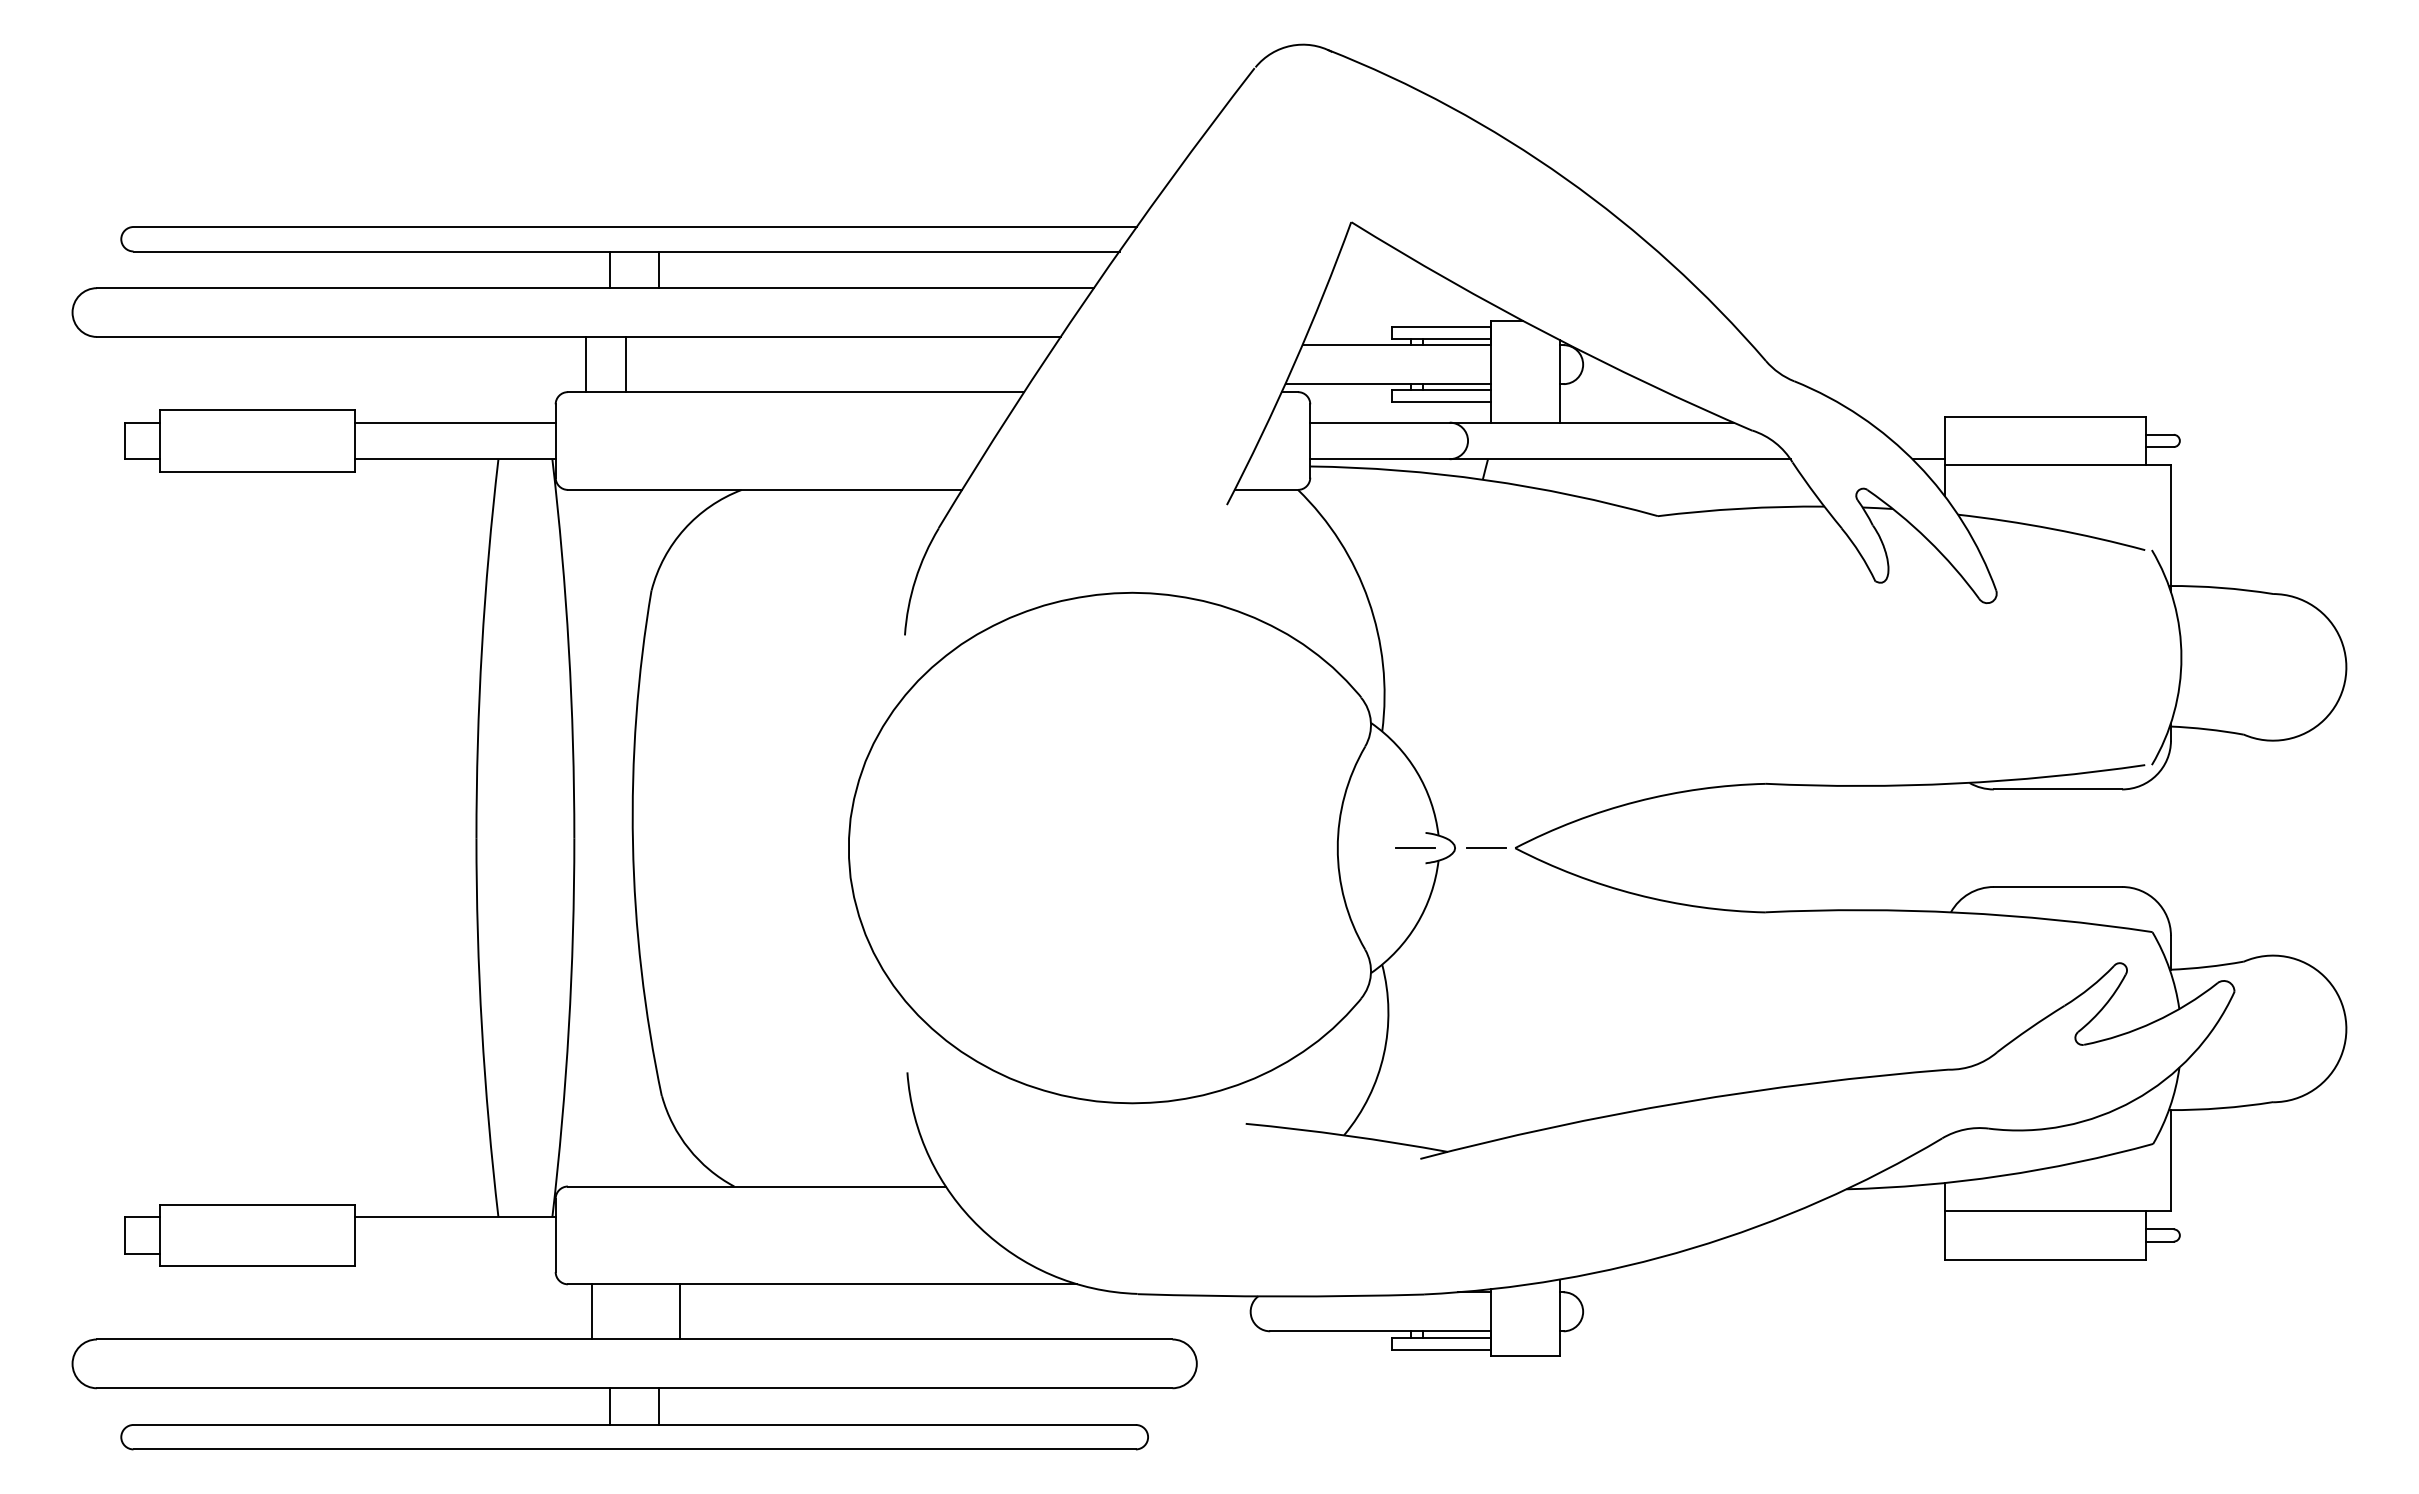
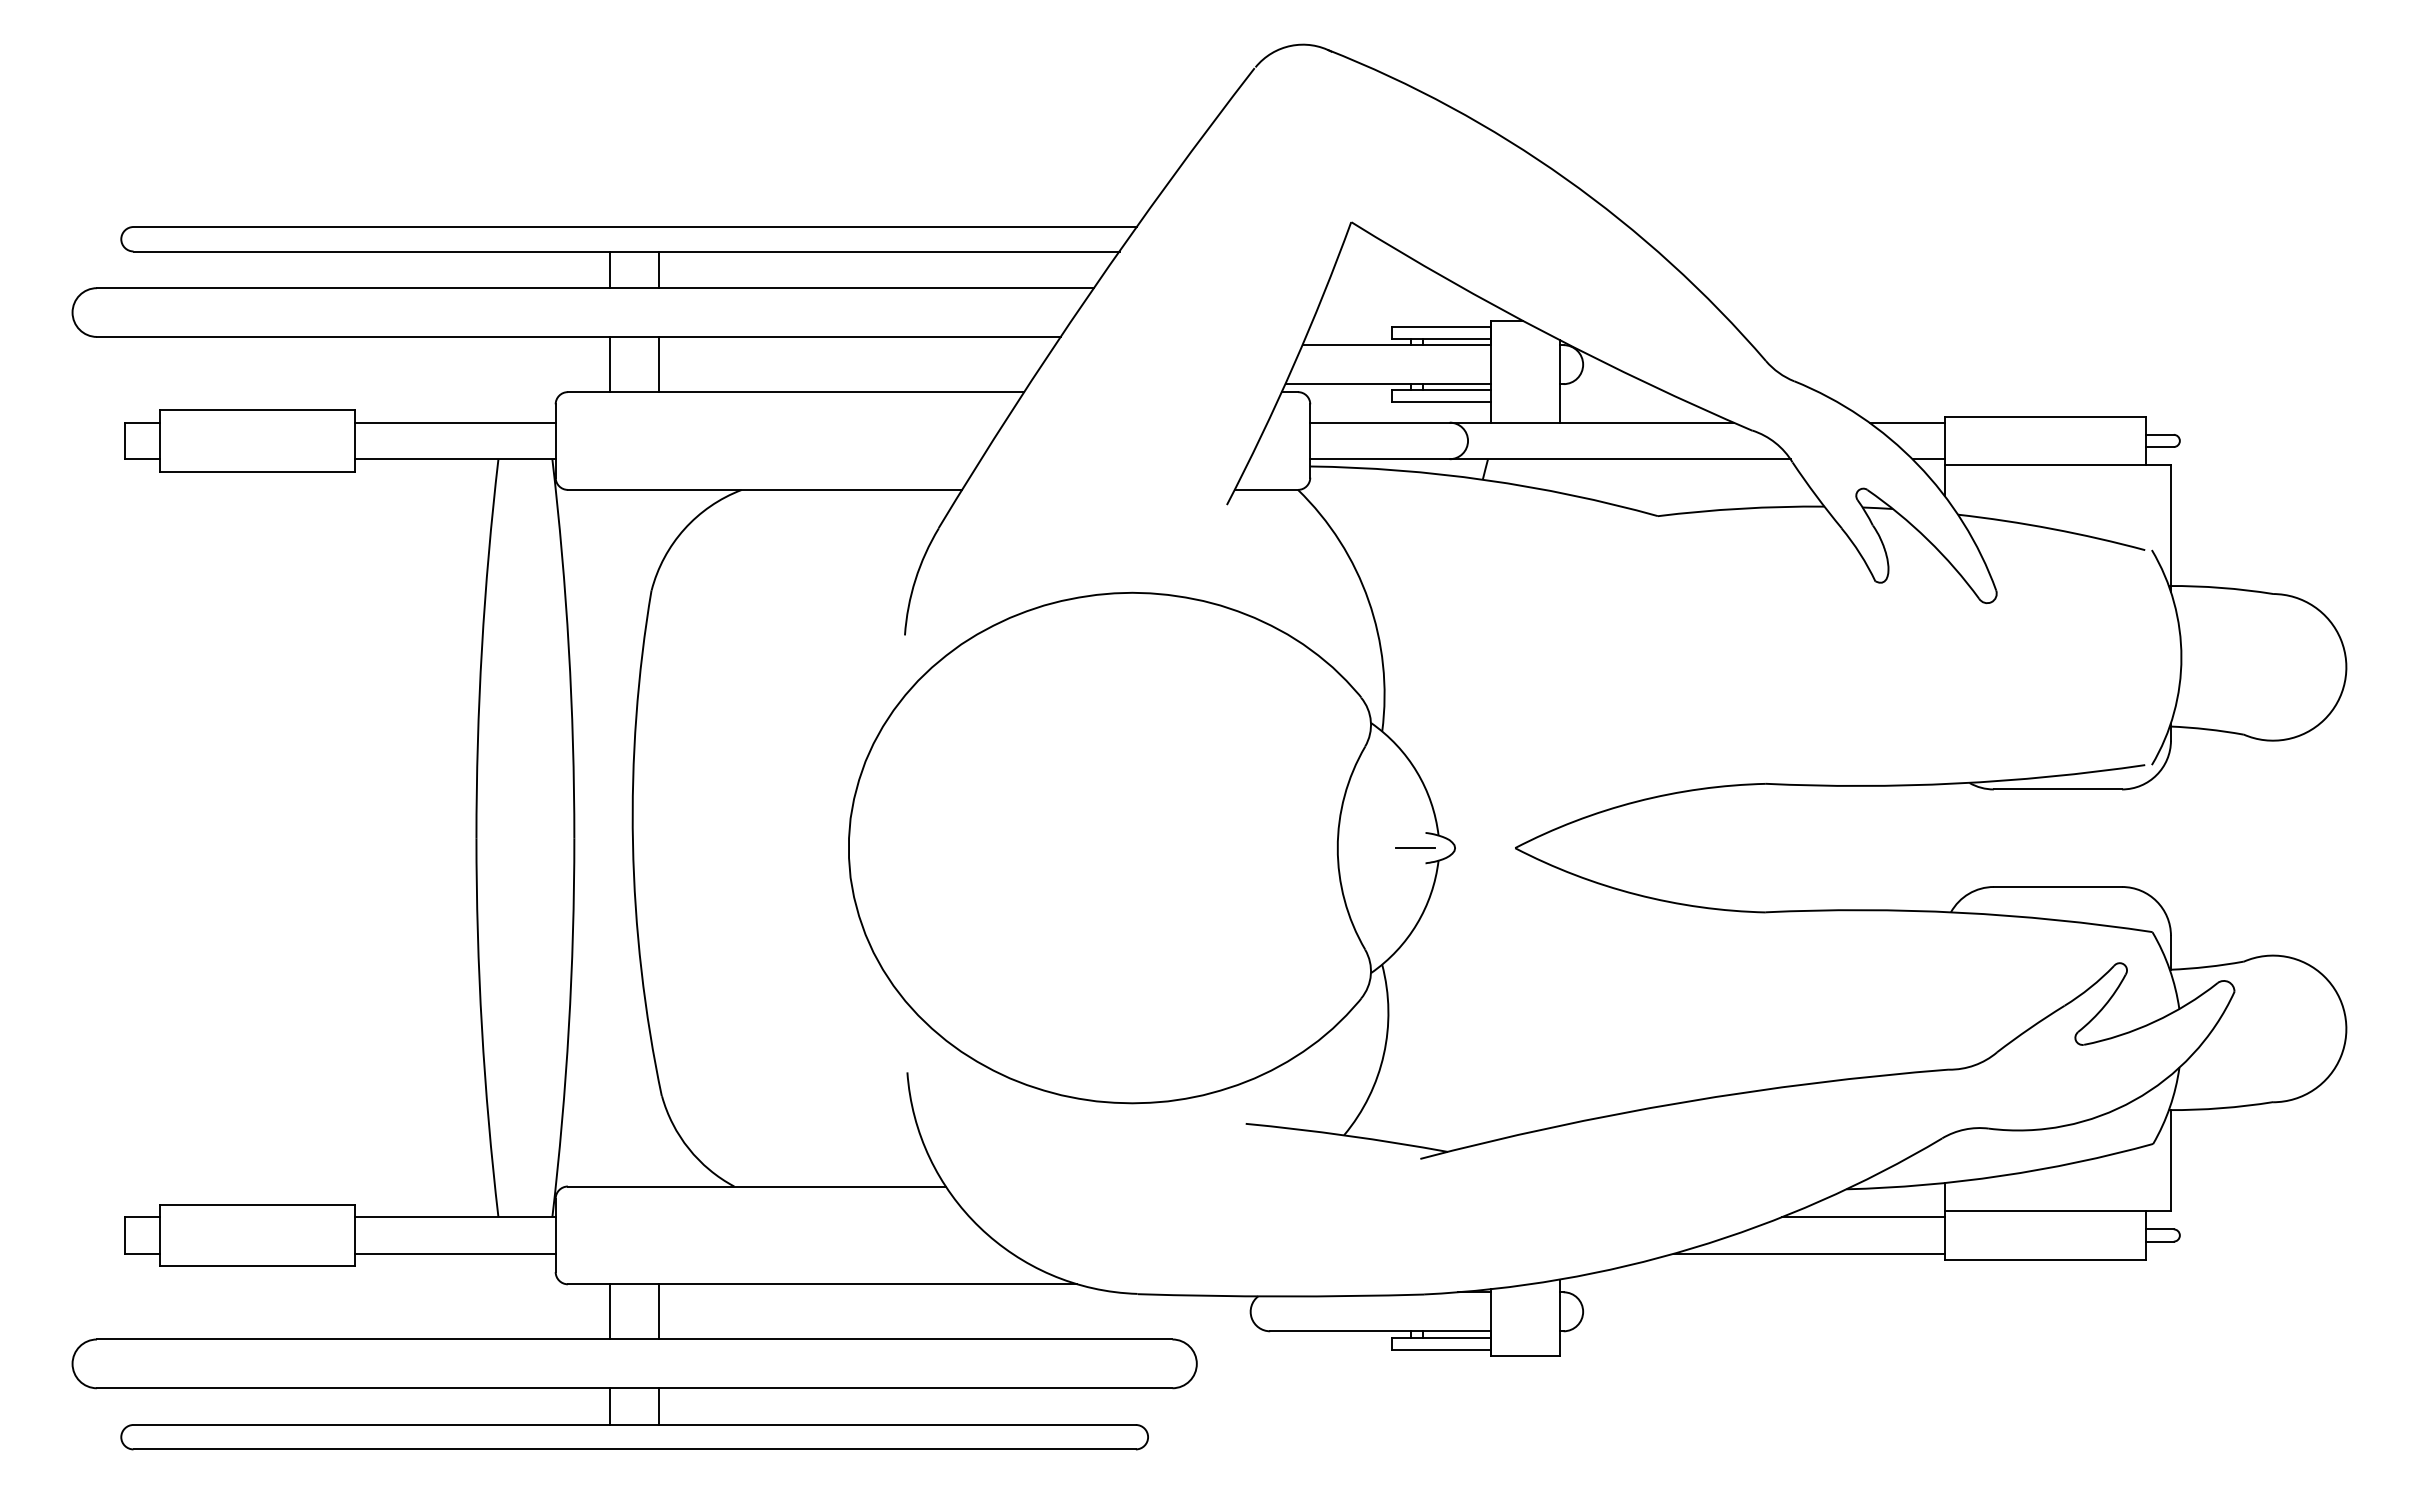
line at (586, 364) position: (586, 364) -> (610, 364)
line at (626, 364) position: (626, 364) -> (659, 364)
line at (1906, 422): none -> present
line at (1486, 847): present -> none
line at (1863, 1217): none -> present
line at (454, 1253): none -> present
line at (1808, 1253): none -> present
line at (592, 1311) position: (592, 1311) -> (610, 1311)
line at (680, 1311) position: (680, 1311) -> (659, 1311)
